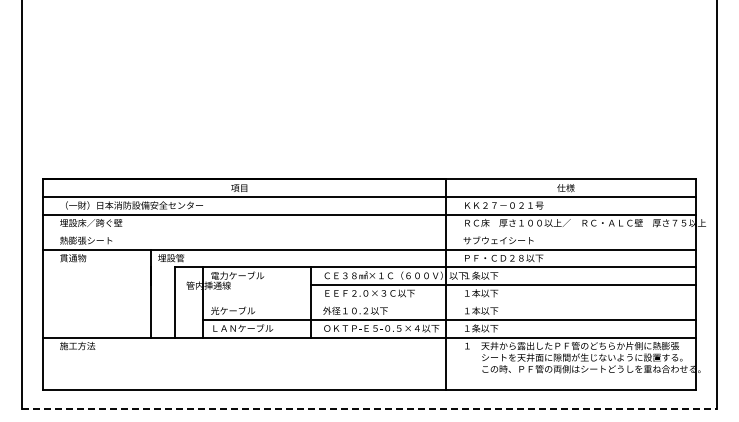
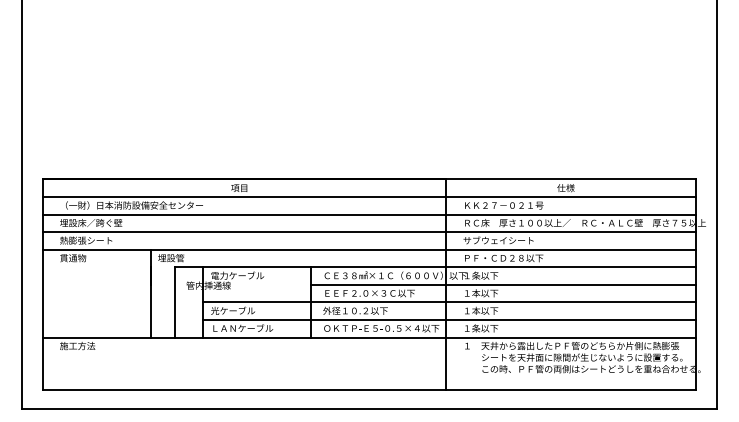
line at (369, 232): none -> present
line at (449, 302): none -> present
line at (369, 409): dashed -> solid
